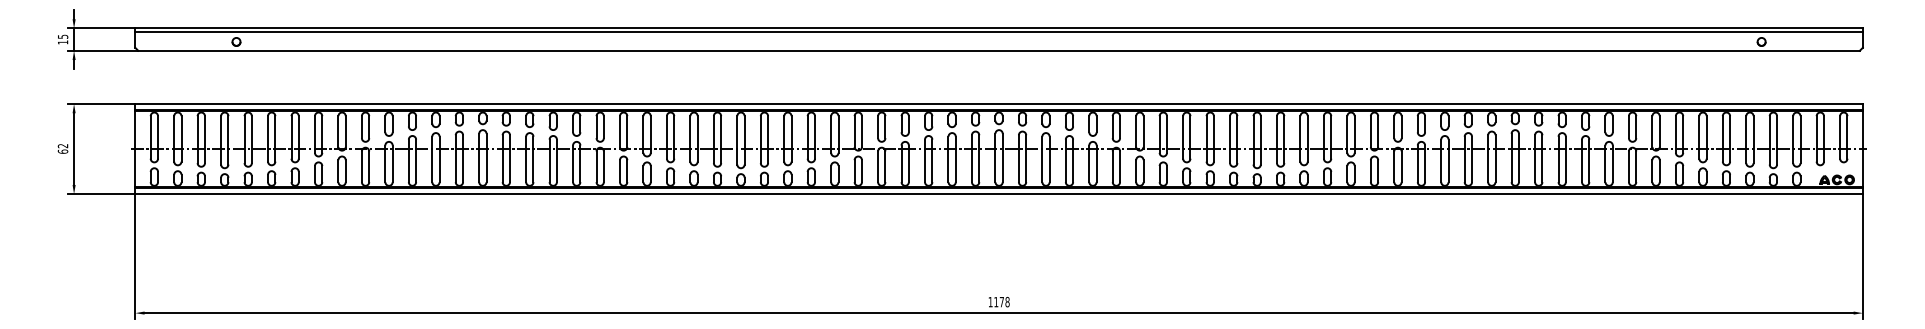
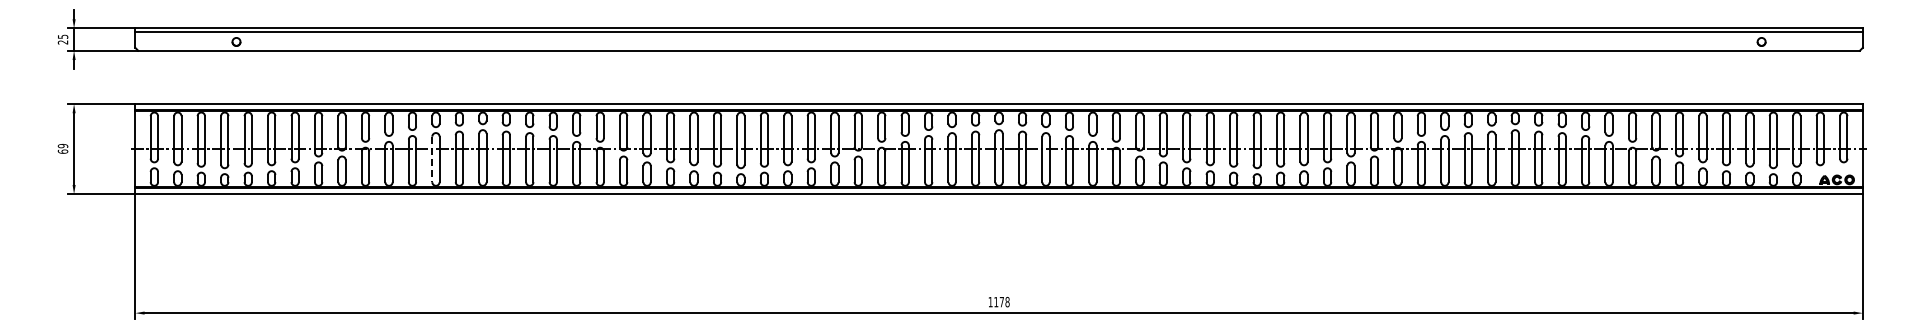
text at (62, 42): 15 -> 25
text at (63, 146): 62 -> 69
line at (432, 159): solid -> dashed
